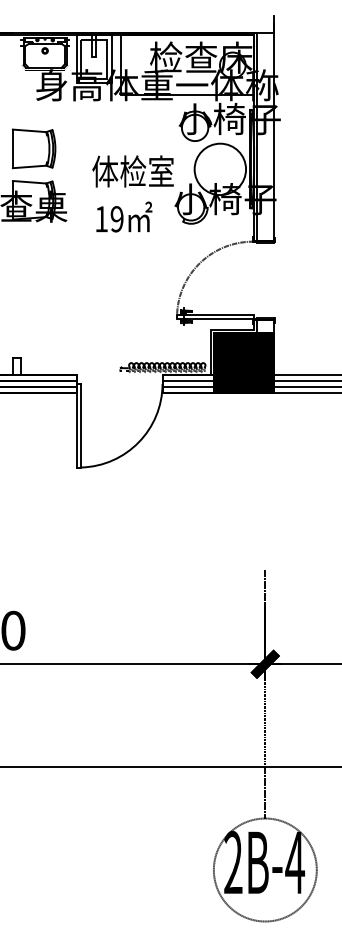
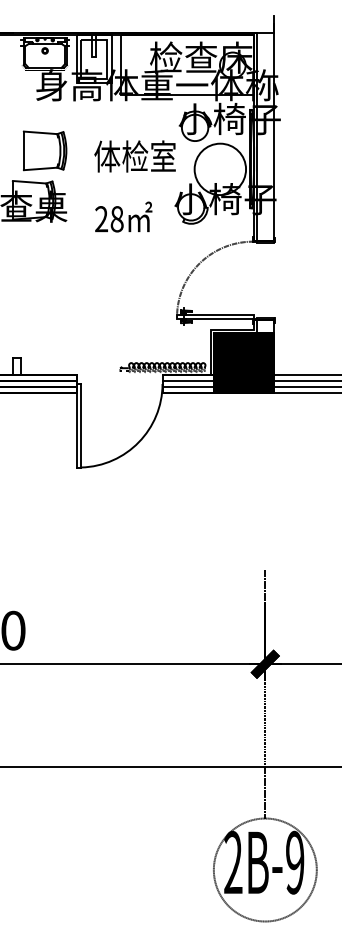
part at (33, 148) position: (33, 148) -> (44, 150)
text at (132, 171) position: (132, 171) -> (134, 156)
text at (109, 219): 19 -> 28
text at (295, 862): 2B-4 -> 2B-9
